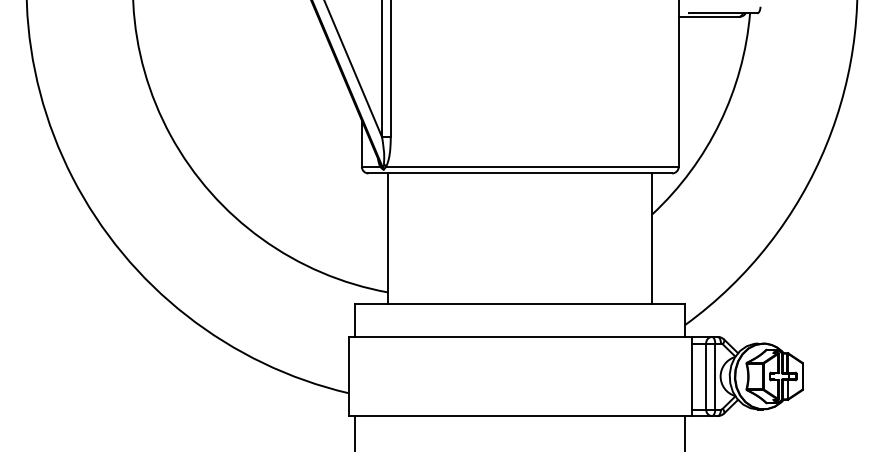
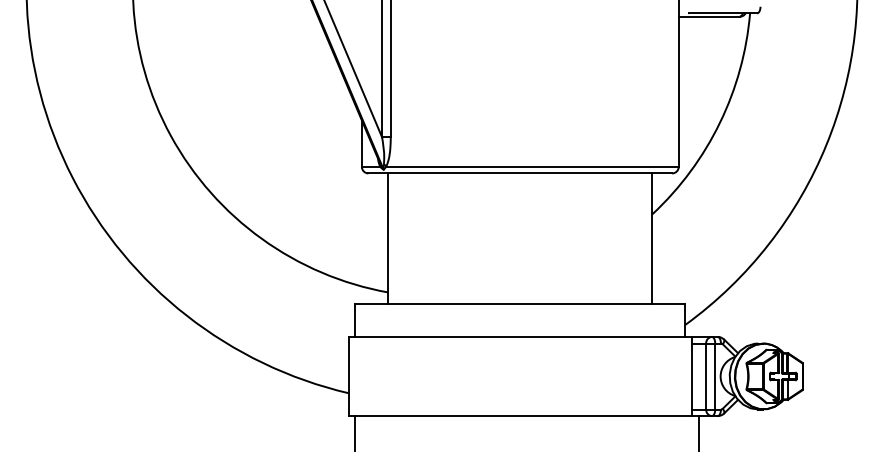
line at (685, 432) position: (685, 432) -> (699, 432)
